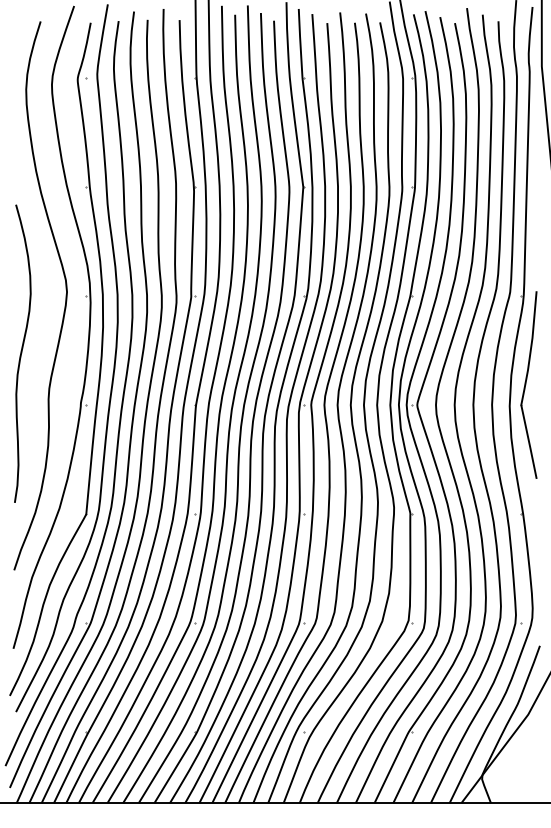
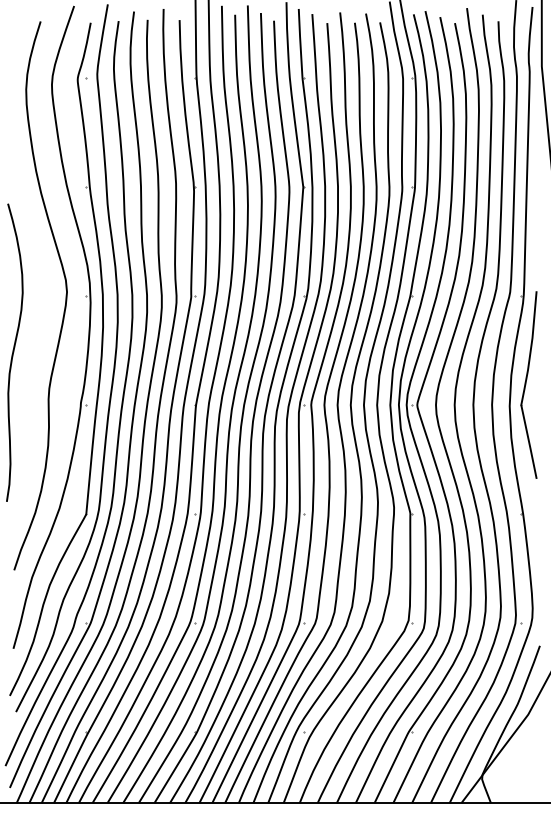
curve at (22, 353) position: (22, 353) -> (14, 352)
